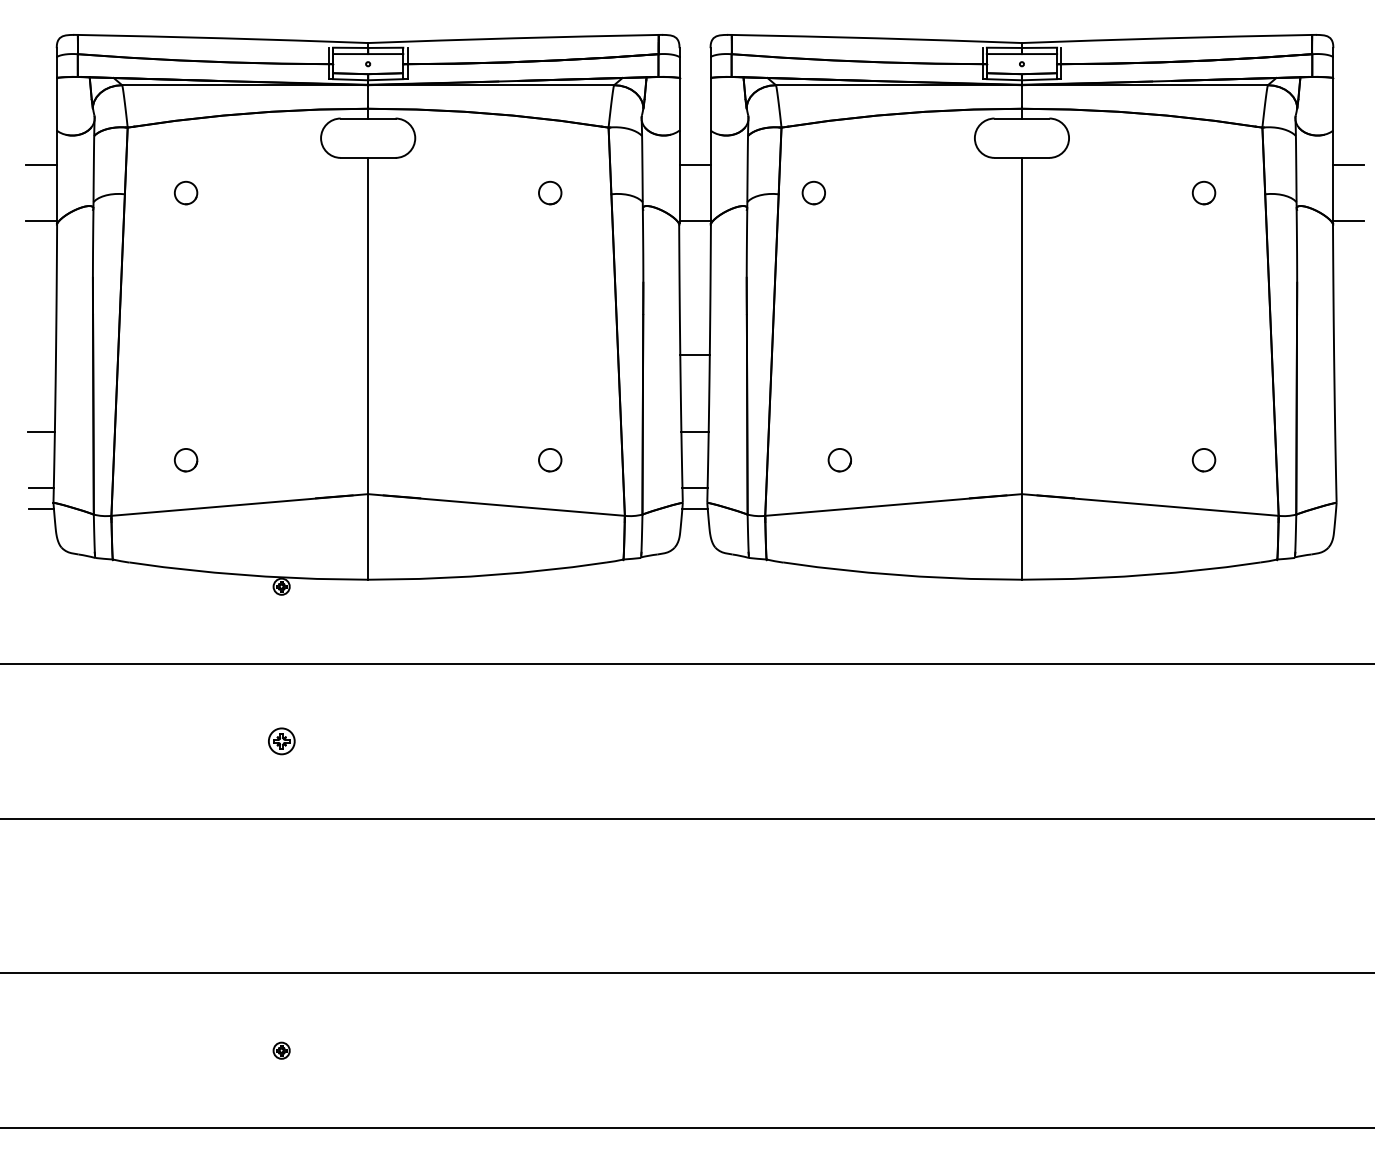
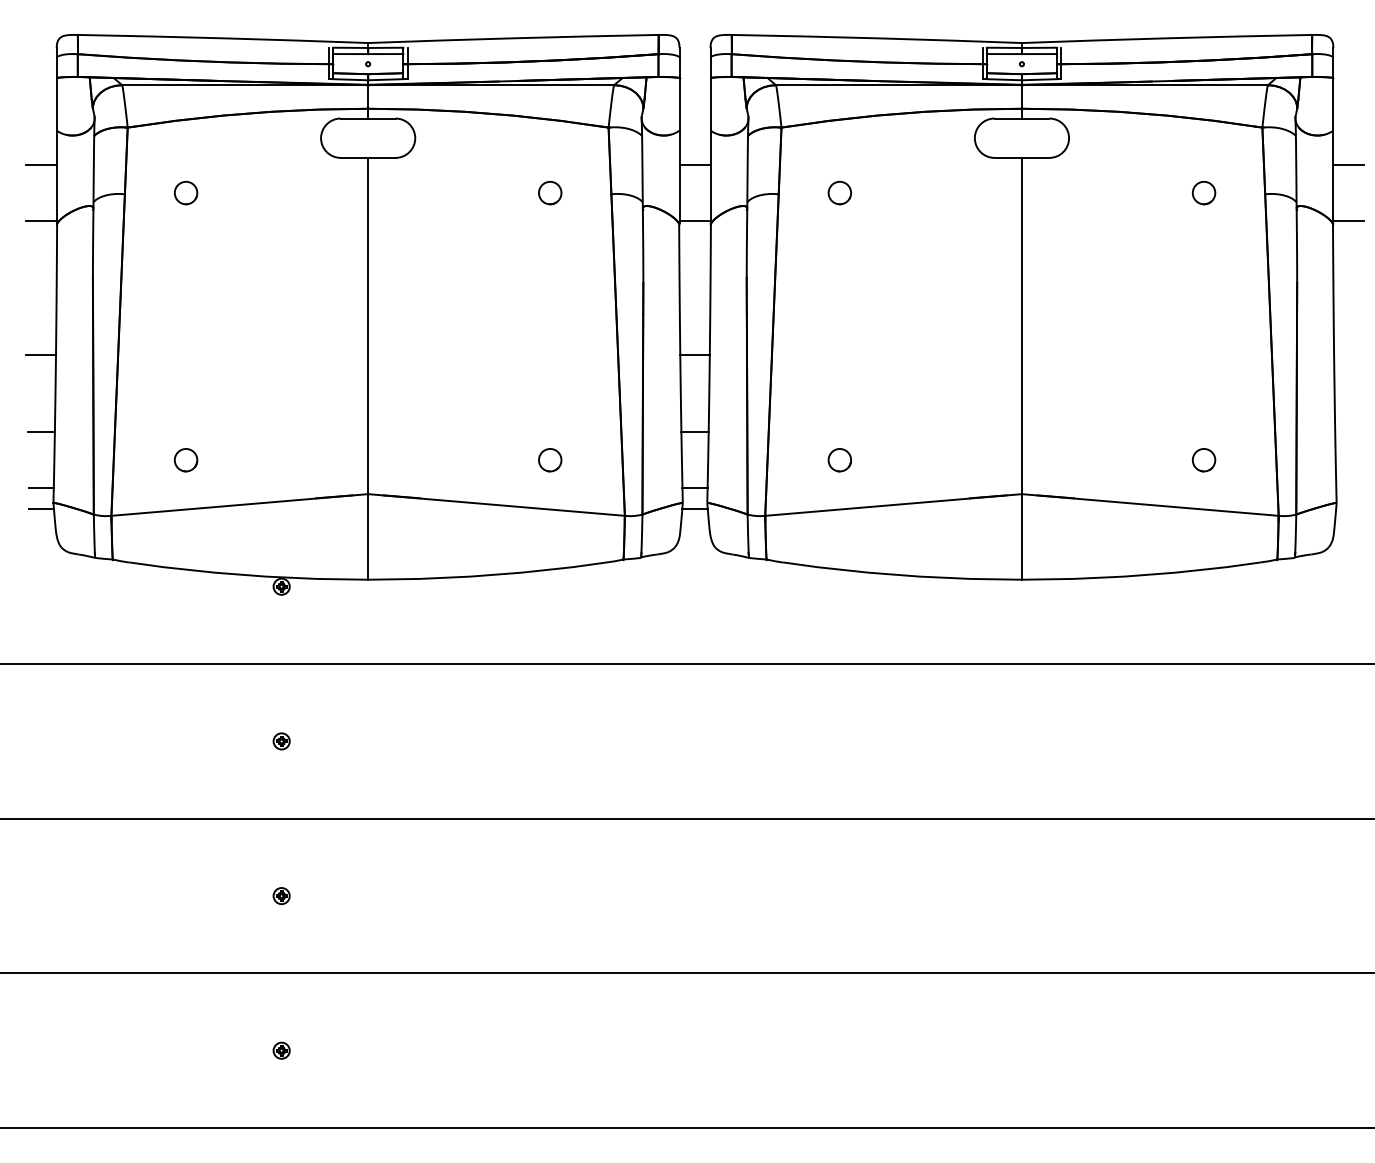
part at (813, 192) position: (813, 192) -> (839, 192)
line at (41, 354): none -> present
part at (281, 741) size: 28x29 px -> 19x19 px
part at (281, 895): none -> present
